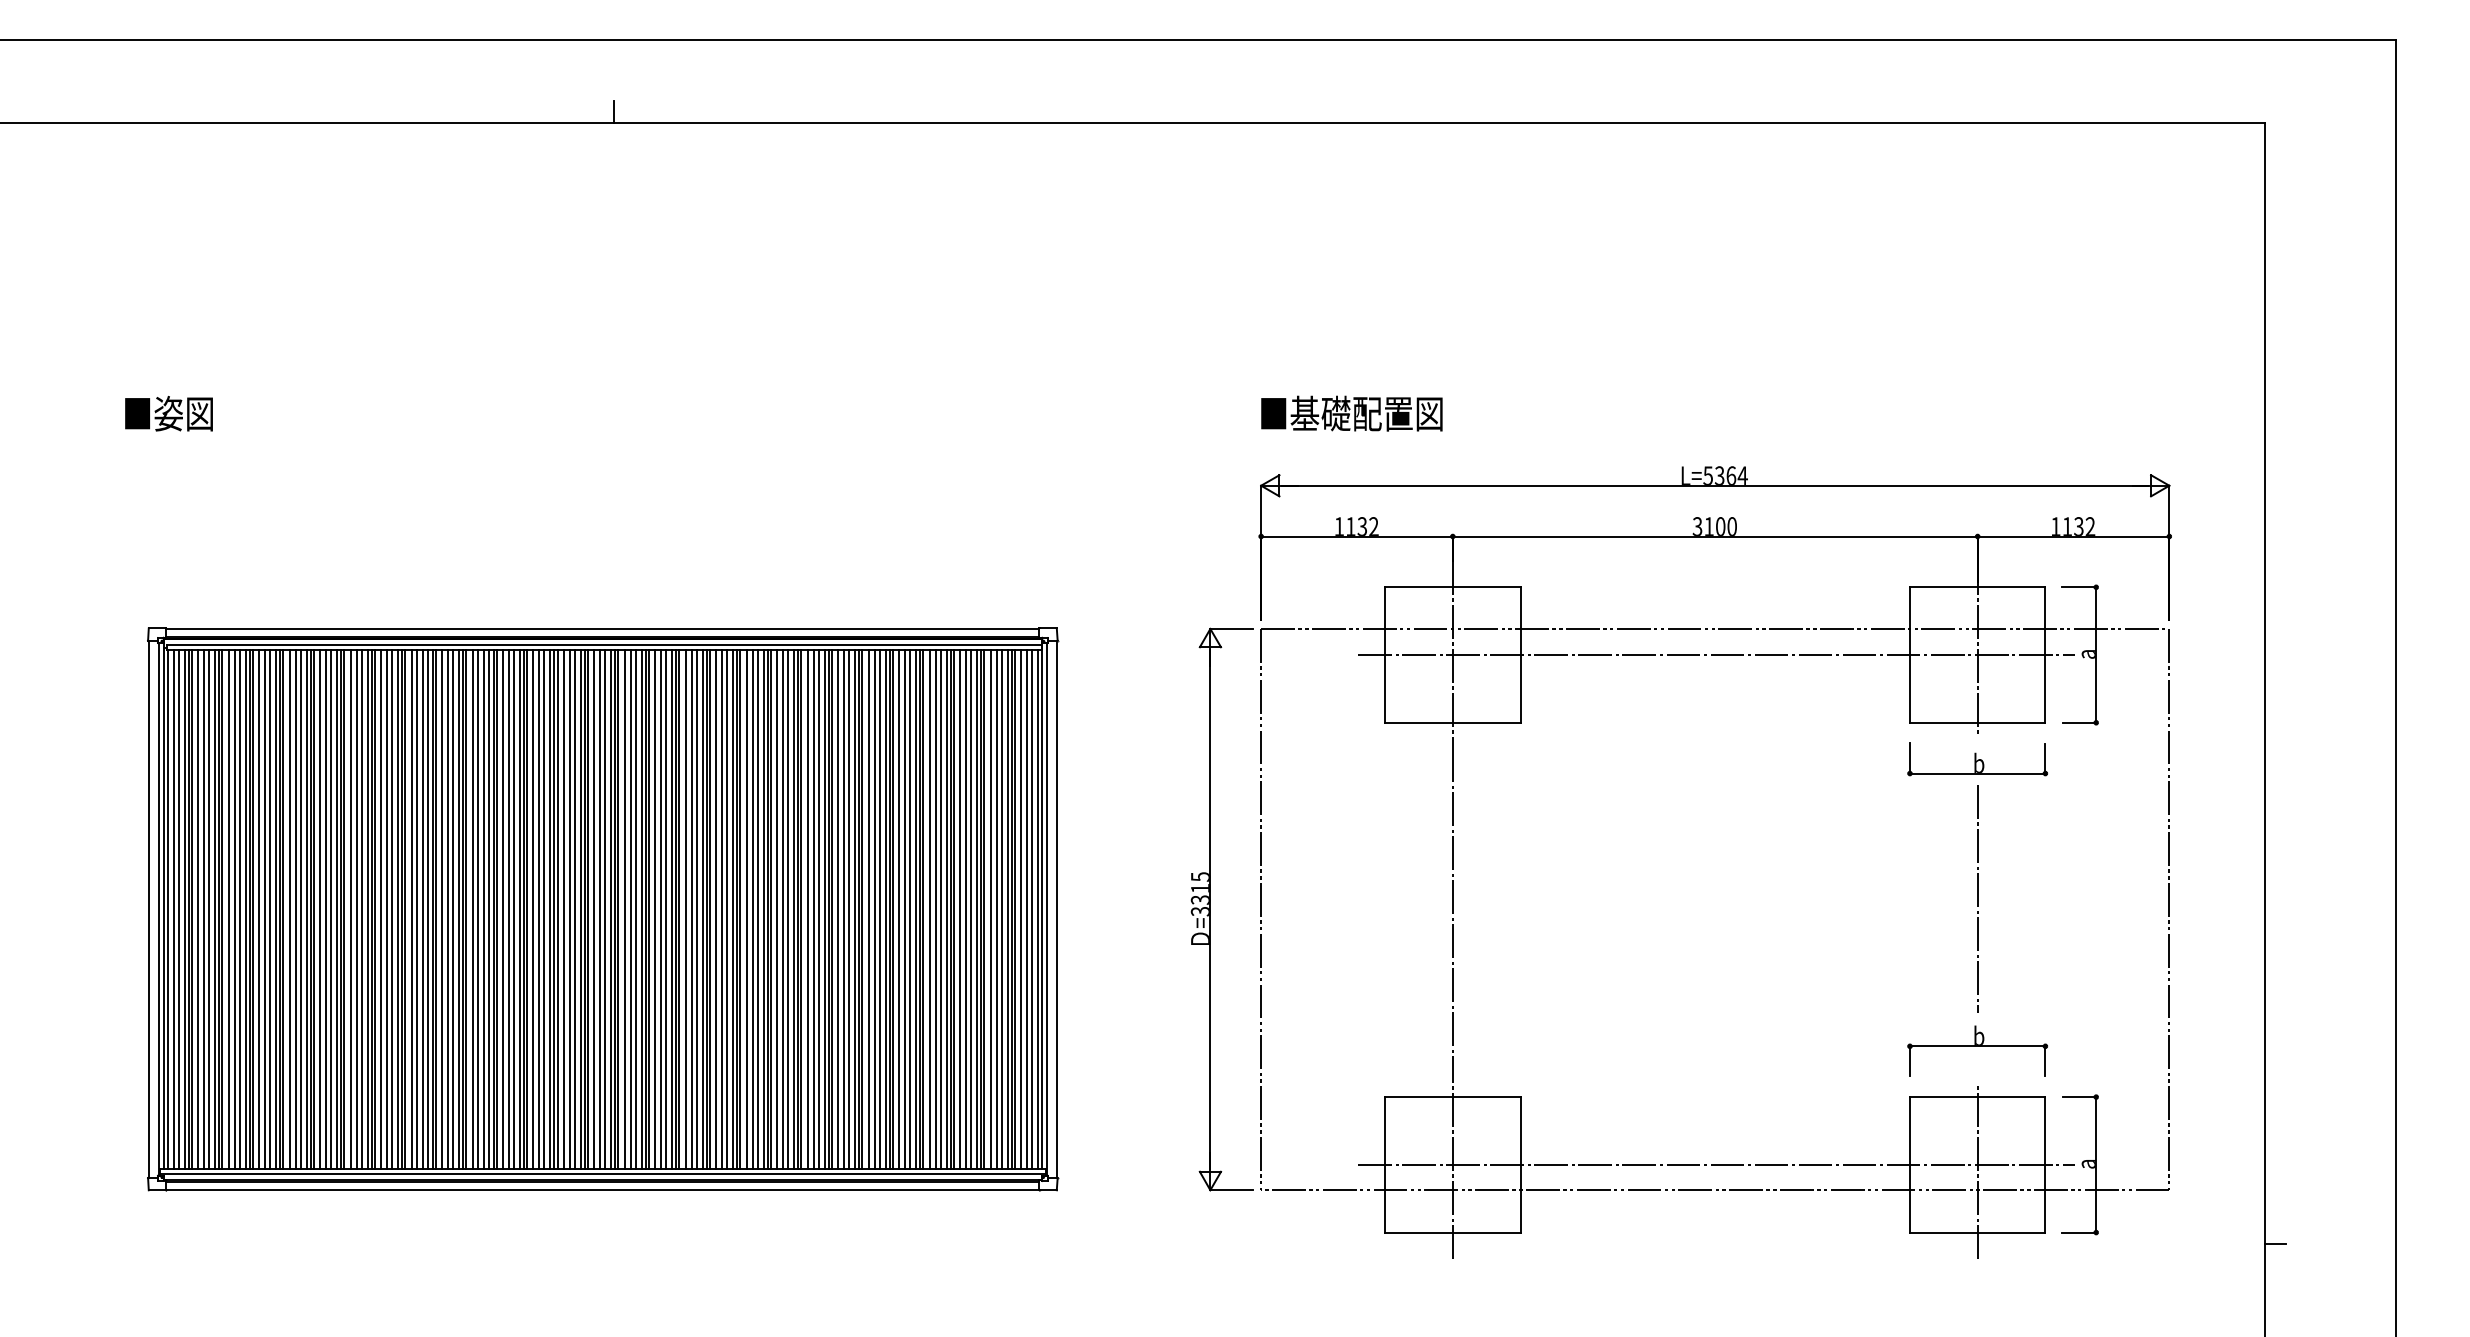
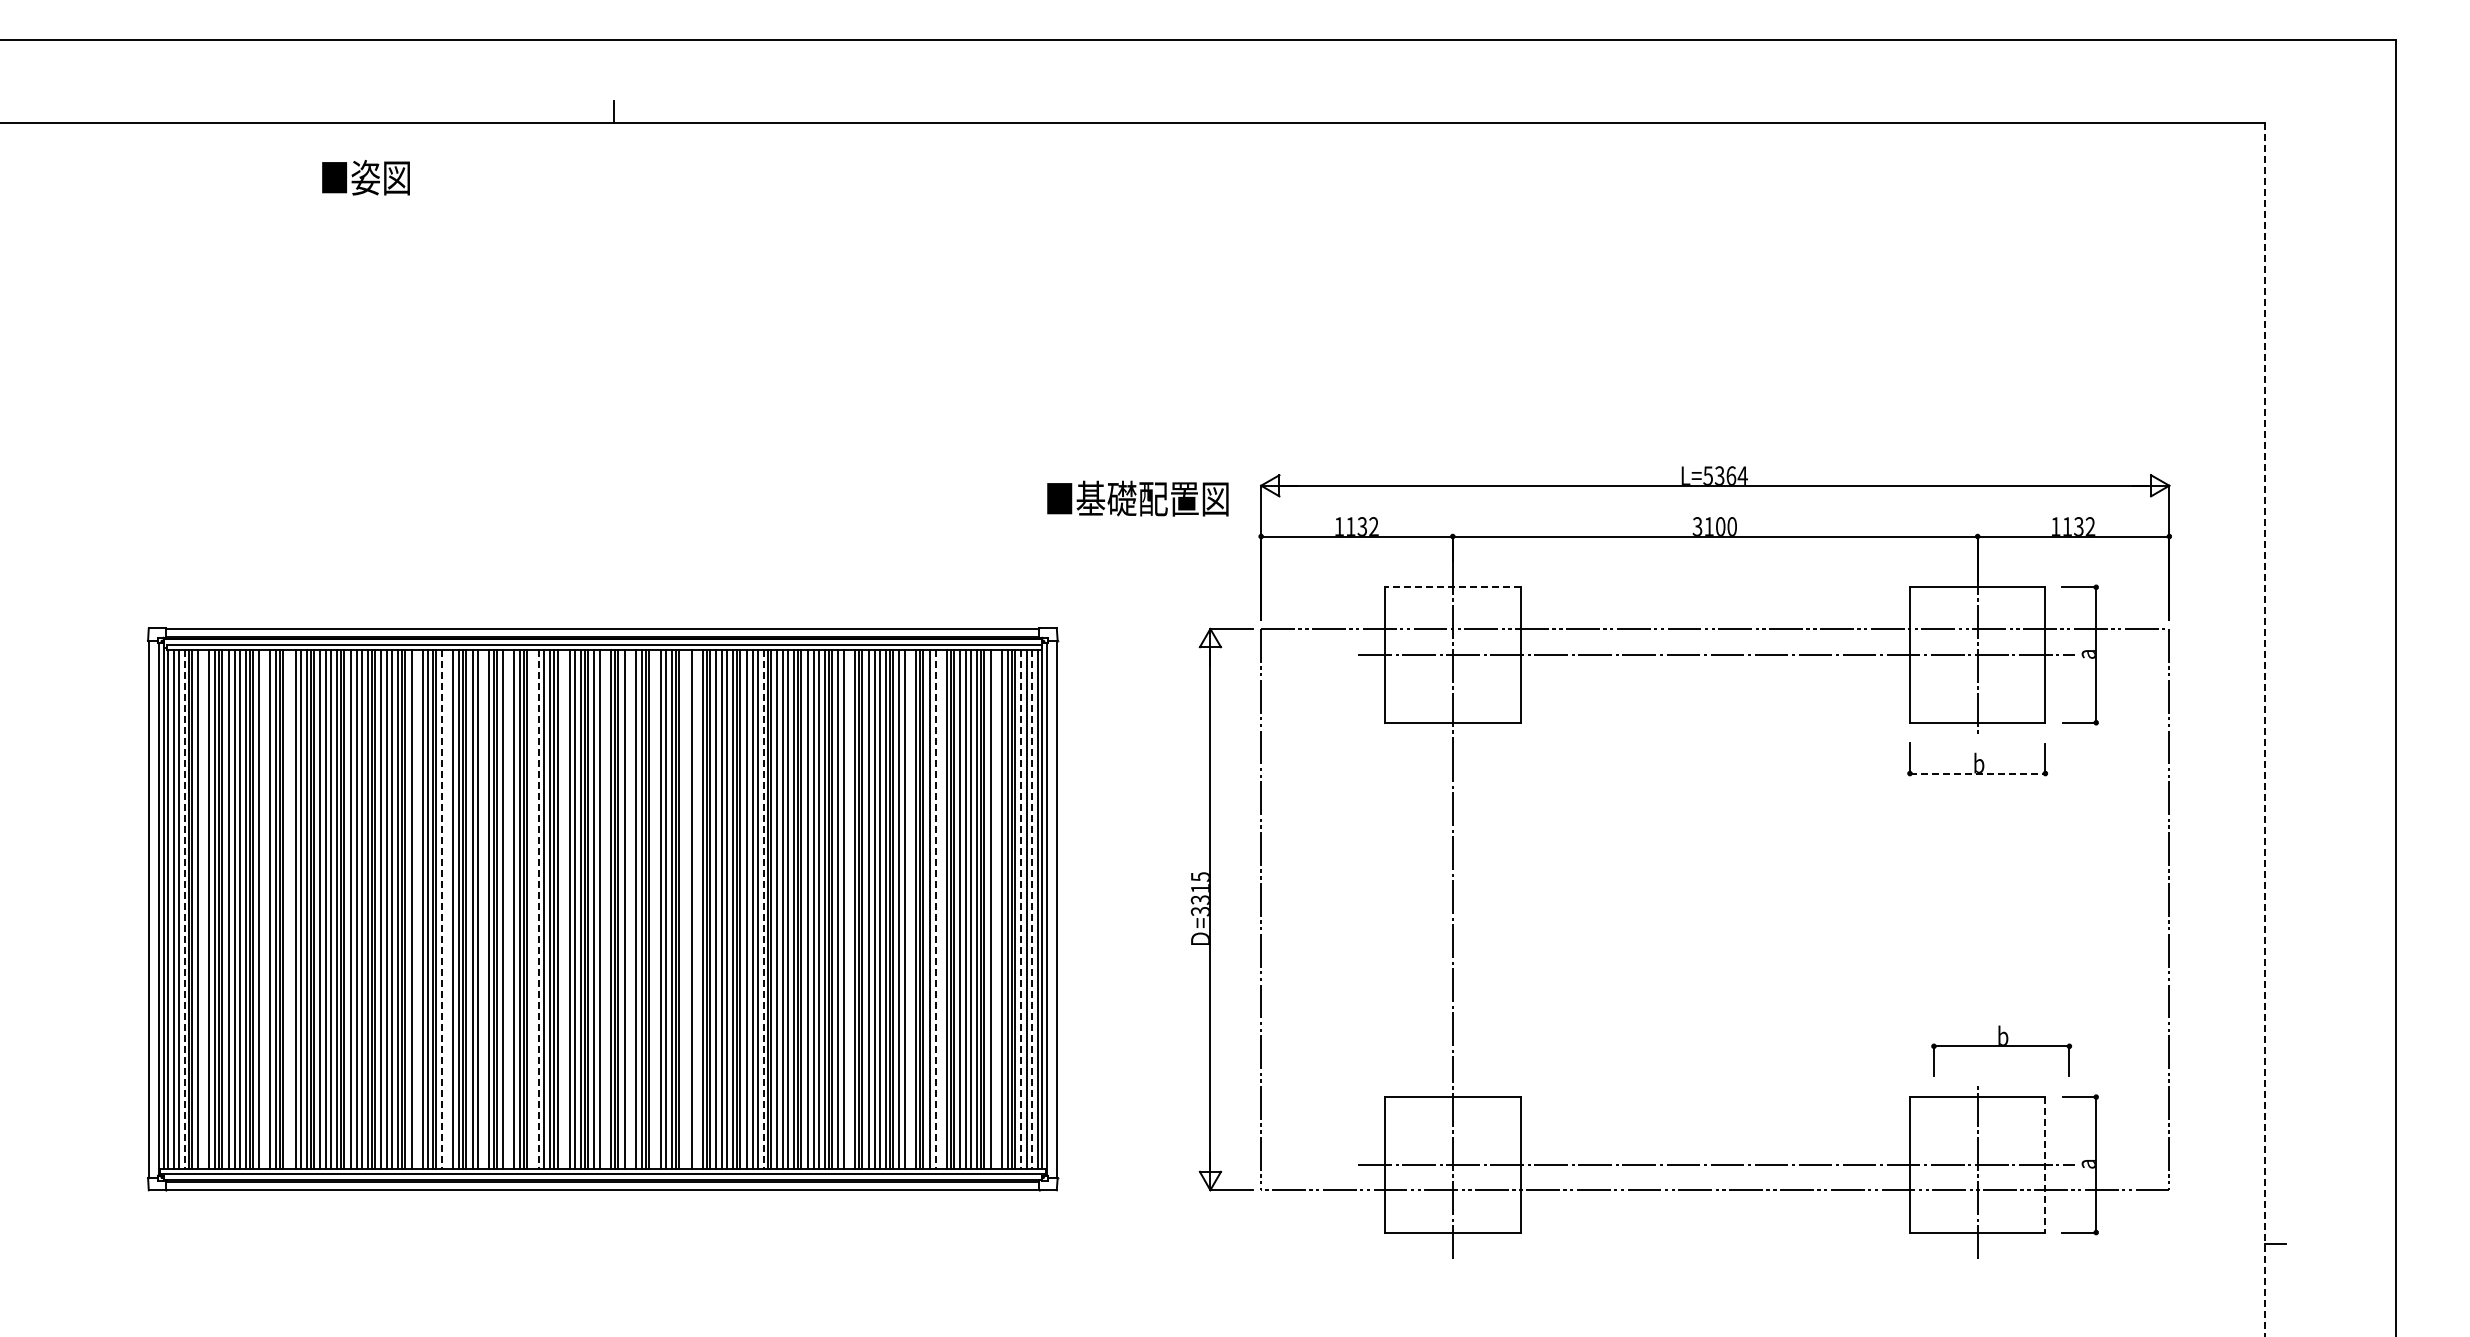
text at (168, 413) position: (168, 413) -> (365, 177)
text at (1351, 413) position: (1351, 413) -> (1137, 498)
line at (1452, 587): solid -> dashed
line at (2264, 729): solid -> dashed
line at (1977, 773): solid -> dashed
line at (1977, 898): present -> none
line at (204, 909): present -> none
line at (265, 909): present -> none
line at (289, 909): present -> none
line at (417, 909): present -> none
line at (447, 909): present -> none
line at (483, 909): present -> none
line at (508, 909): present -> none
line at (533, 909): present -> none
line at (563, 909): present -> none
line at (605, 909): present -> none
line at (630, 909): present -> none
line at (655, 909): present -> none
line at (685, 909): present -> none
line at (696, 909): present -> none
line at (849, 909): present -> none
line at (910, 909): present -> none
line at (940, 909): present -> none
line at (996, 909): present -> none
line at (184, 910): solid -> dashed
line at (442, 910): solid -> dashed
line at (539, 910): solid -> dashed
line at (763, 910): solid -> dashed
line at (935, 910): solid -> dashed
line at (1021, 910): solid -> dashed
line at (1032, 910): solid -> dashed
part at (1977, 1050) position: (1977, 1050) -> (2001, 1050)
line at (2045, 1164): solid -> dashed
